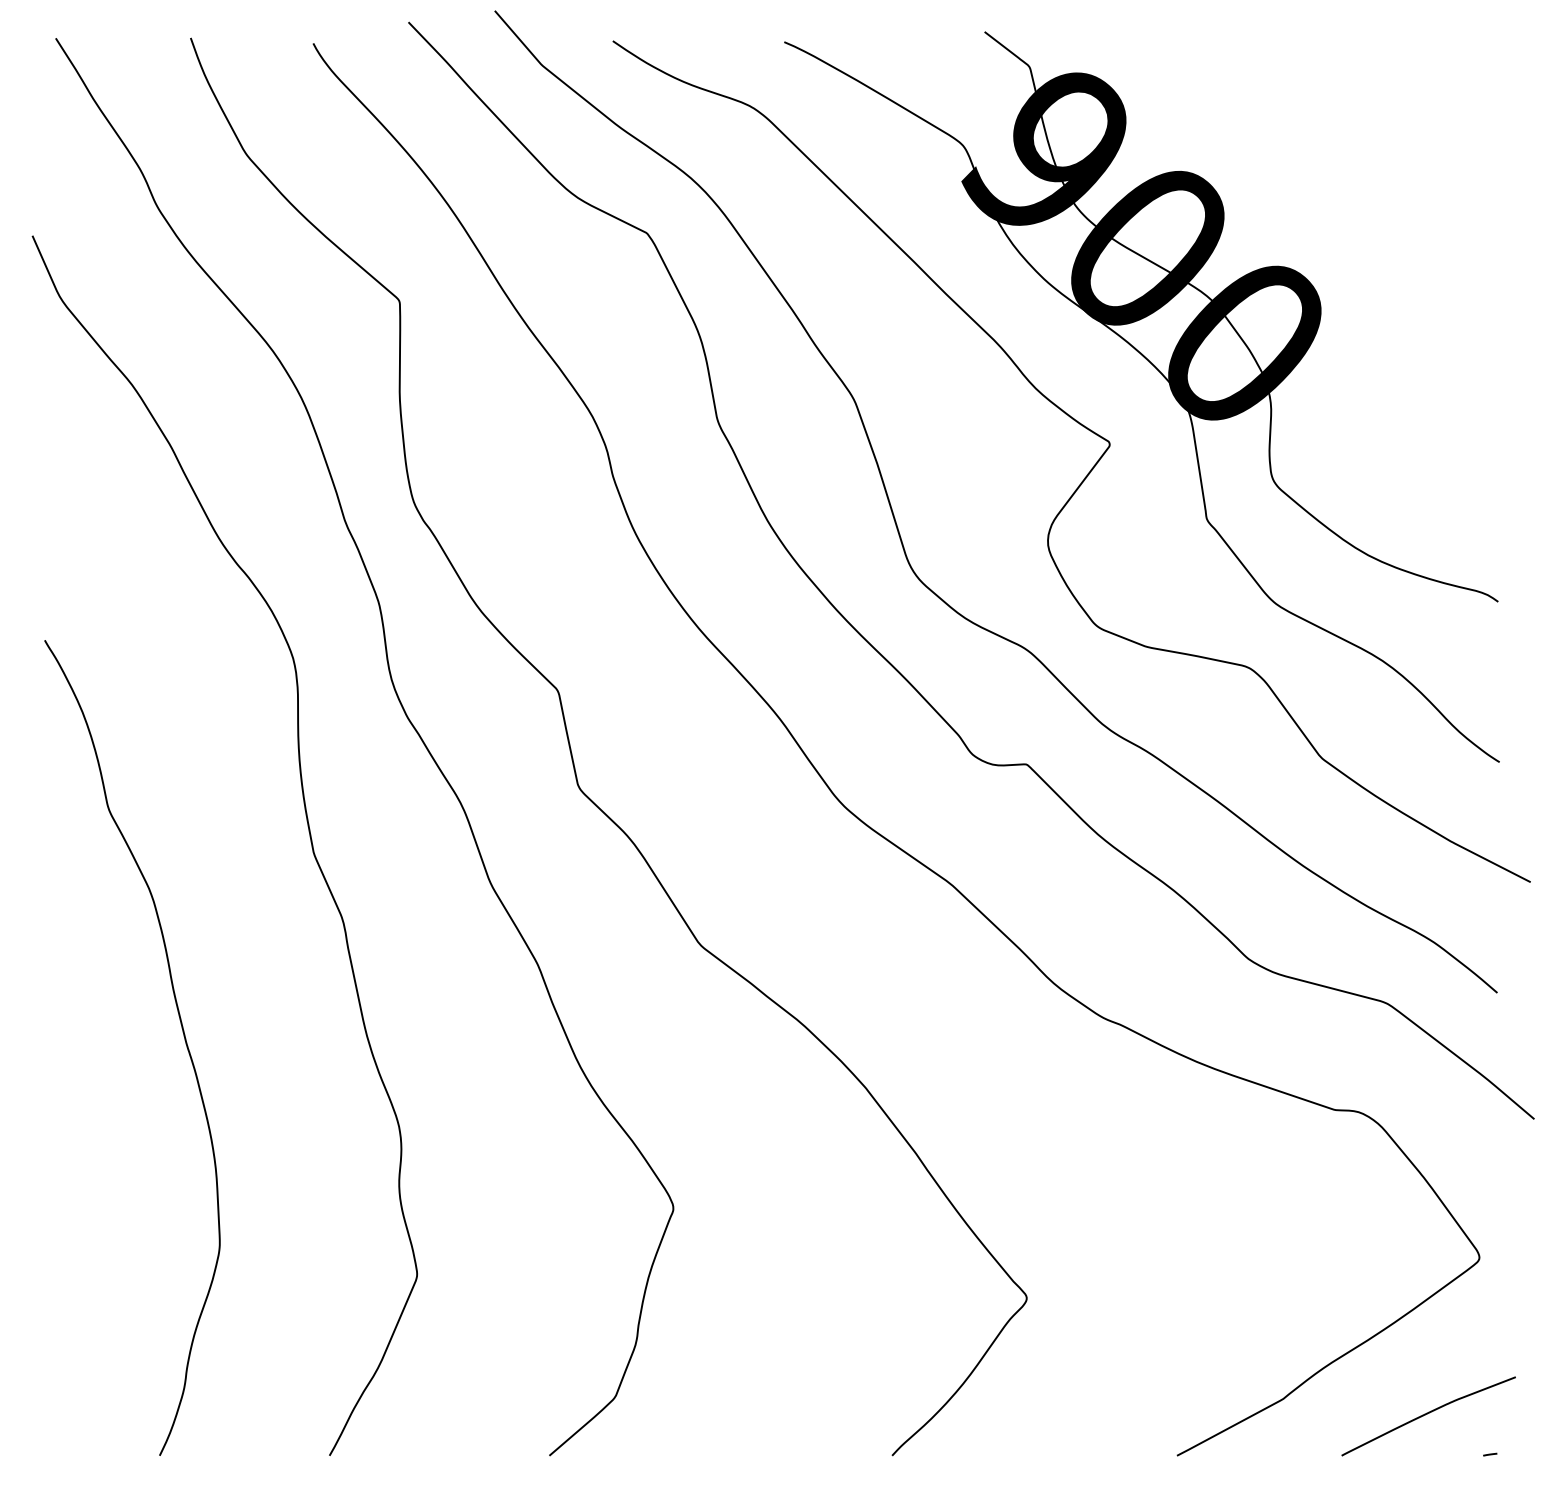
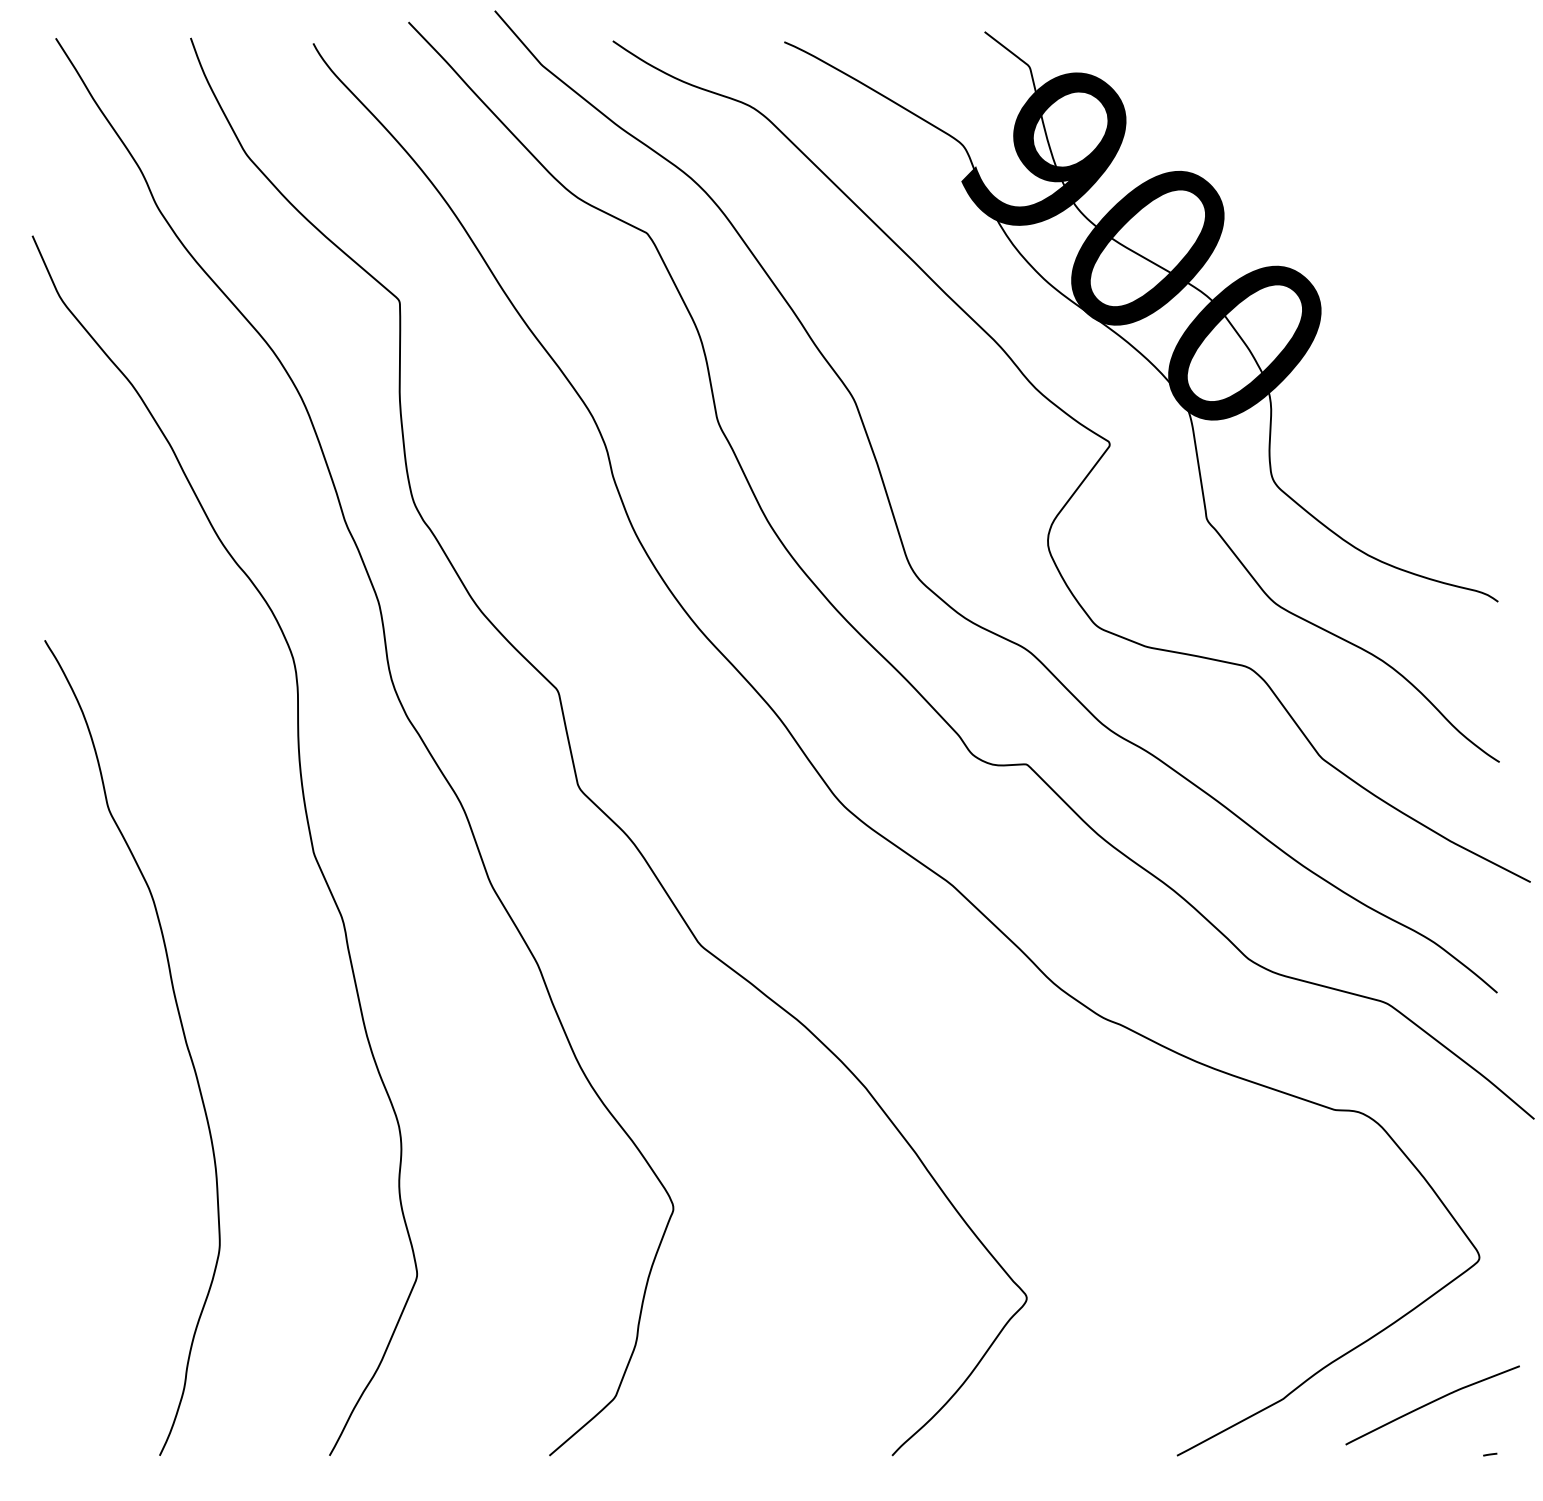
curve at (1427, 1414) position: (1427, 1414) -> (1431, 1403)
